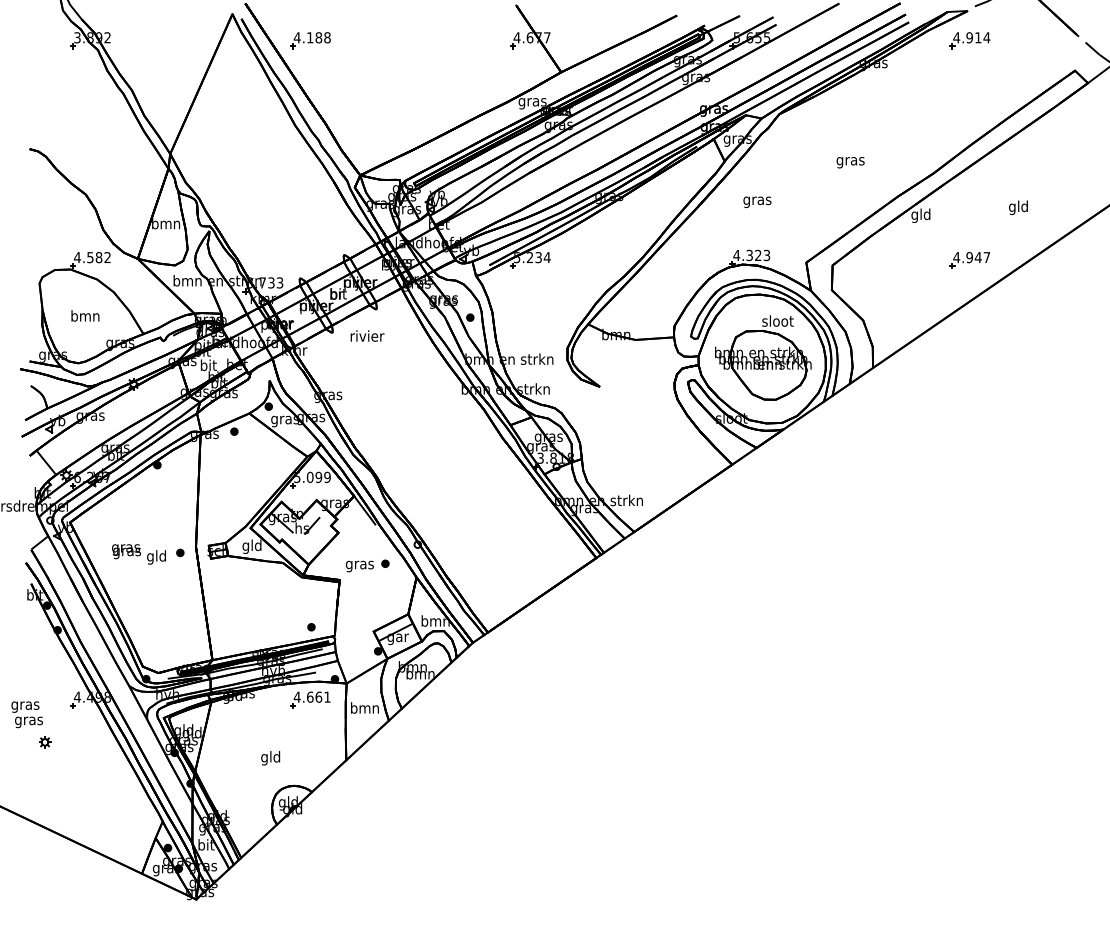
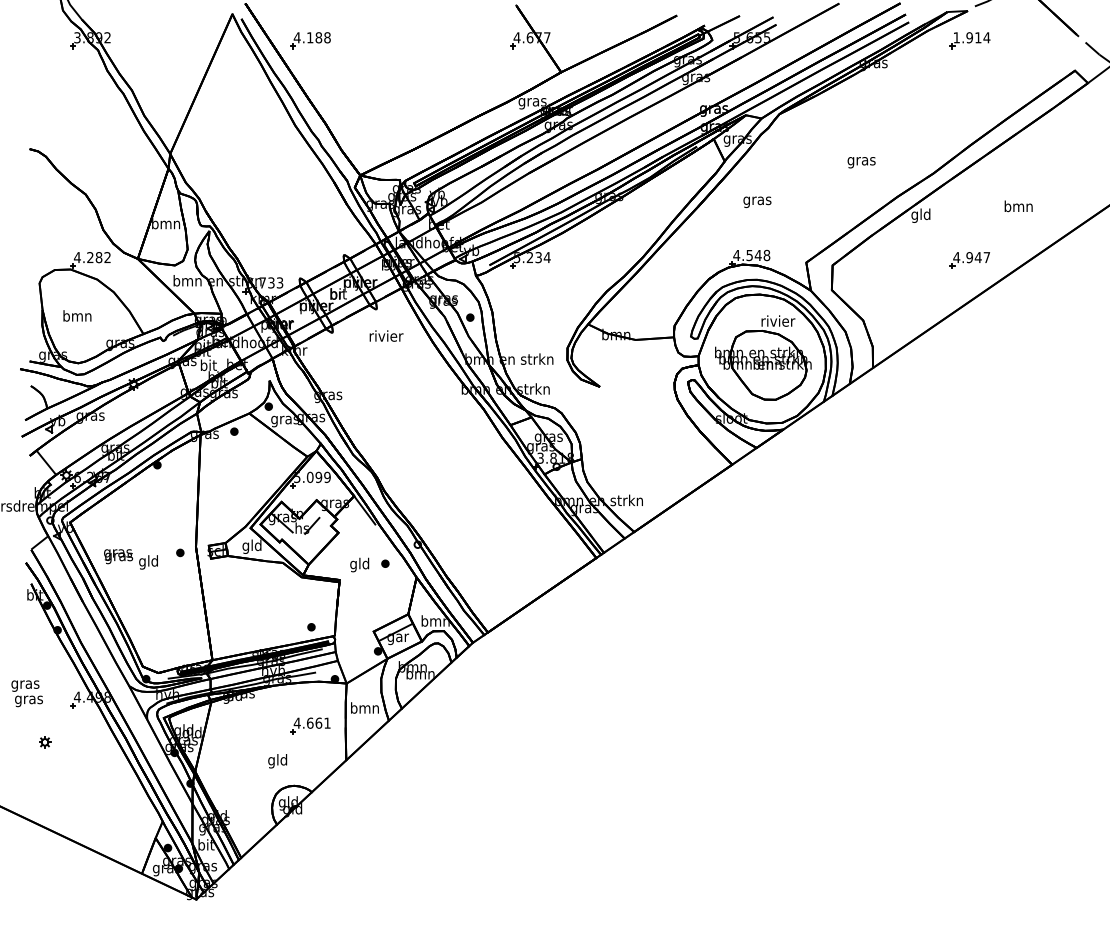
text at (956, 37): 4.914 -> 1.914
text at (850, 162) position: (850, 162) -> (861, 162)
text at (1018, 207): gld -> bmn
text at (758, 255): 4.323 -> 4.548
text at (90, 257): 4.582 -> 4.282
text at (85, 315) position: (85, 315) -> (77, 315)
text at (778, 320): sloot -> rivier
text at (367, 335) position: (367, 335) -> (386, 335)
text at (138, 554) position: (138, 554) -> (130, 559)
text at (359, 564): gras -> gld
part at (310, 699) position: (310, 699) -> (310, 725)
text at (26, 714) position: (26, 714) -> (26, 693)
text at (270, 758) position: (270, 758) -> (277, 761)
